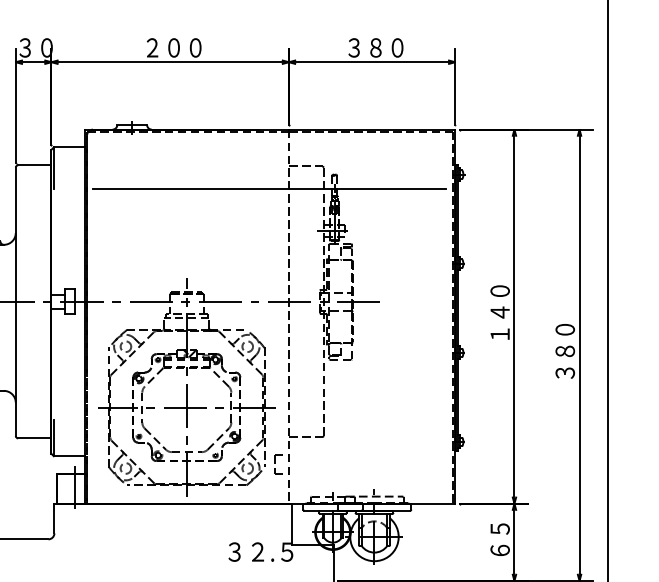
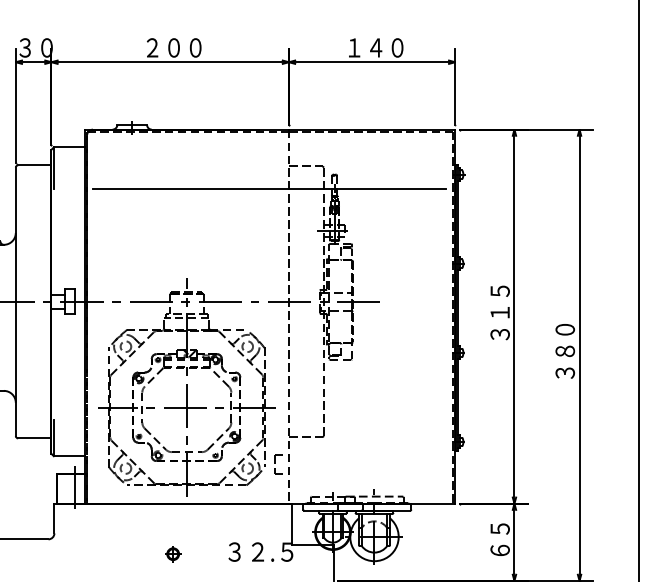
text at (365, 47): ３８０ -> １４０
line at (608, 290) position: (608, 290) -> (639, 290)
text at (499, 312): １４０ -> ３１５
part at (173, 554): none -> present
